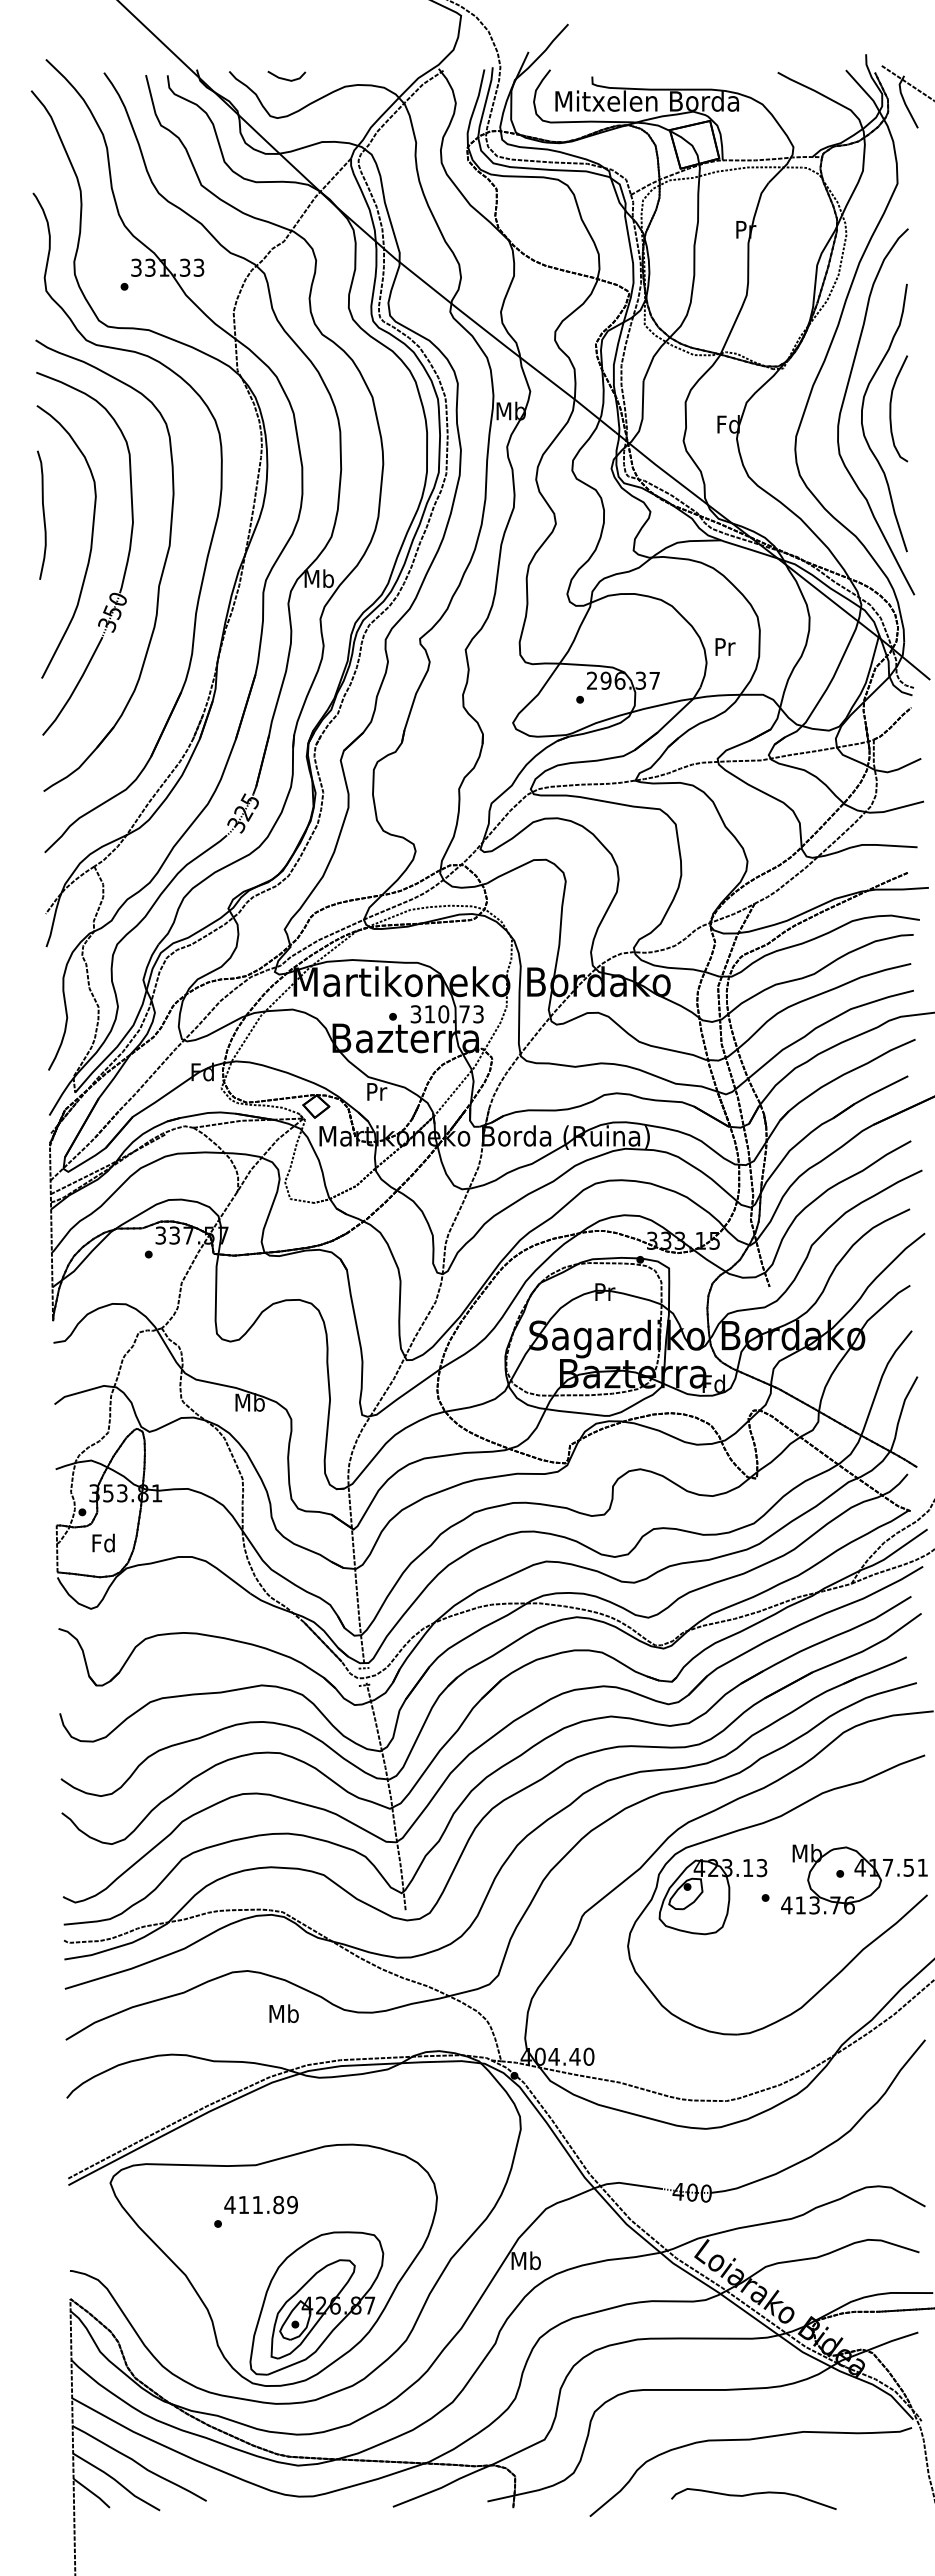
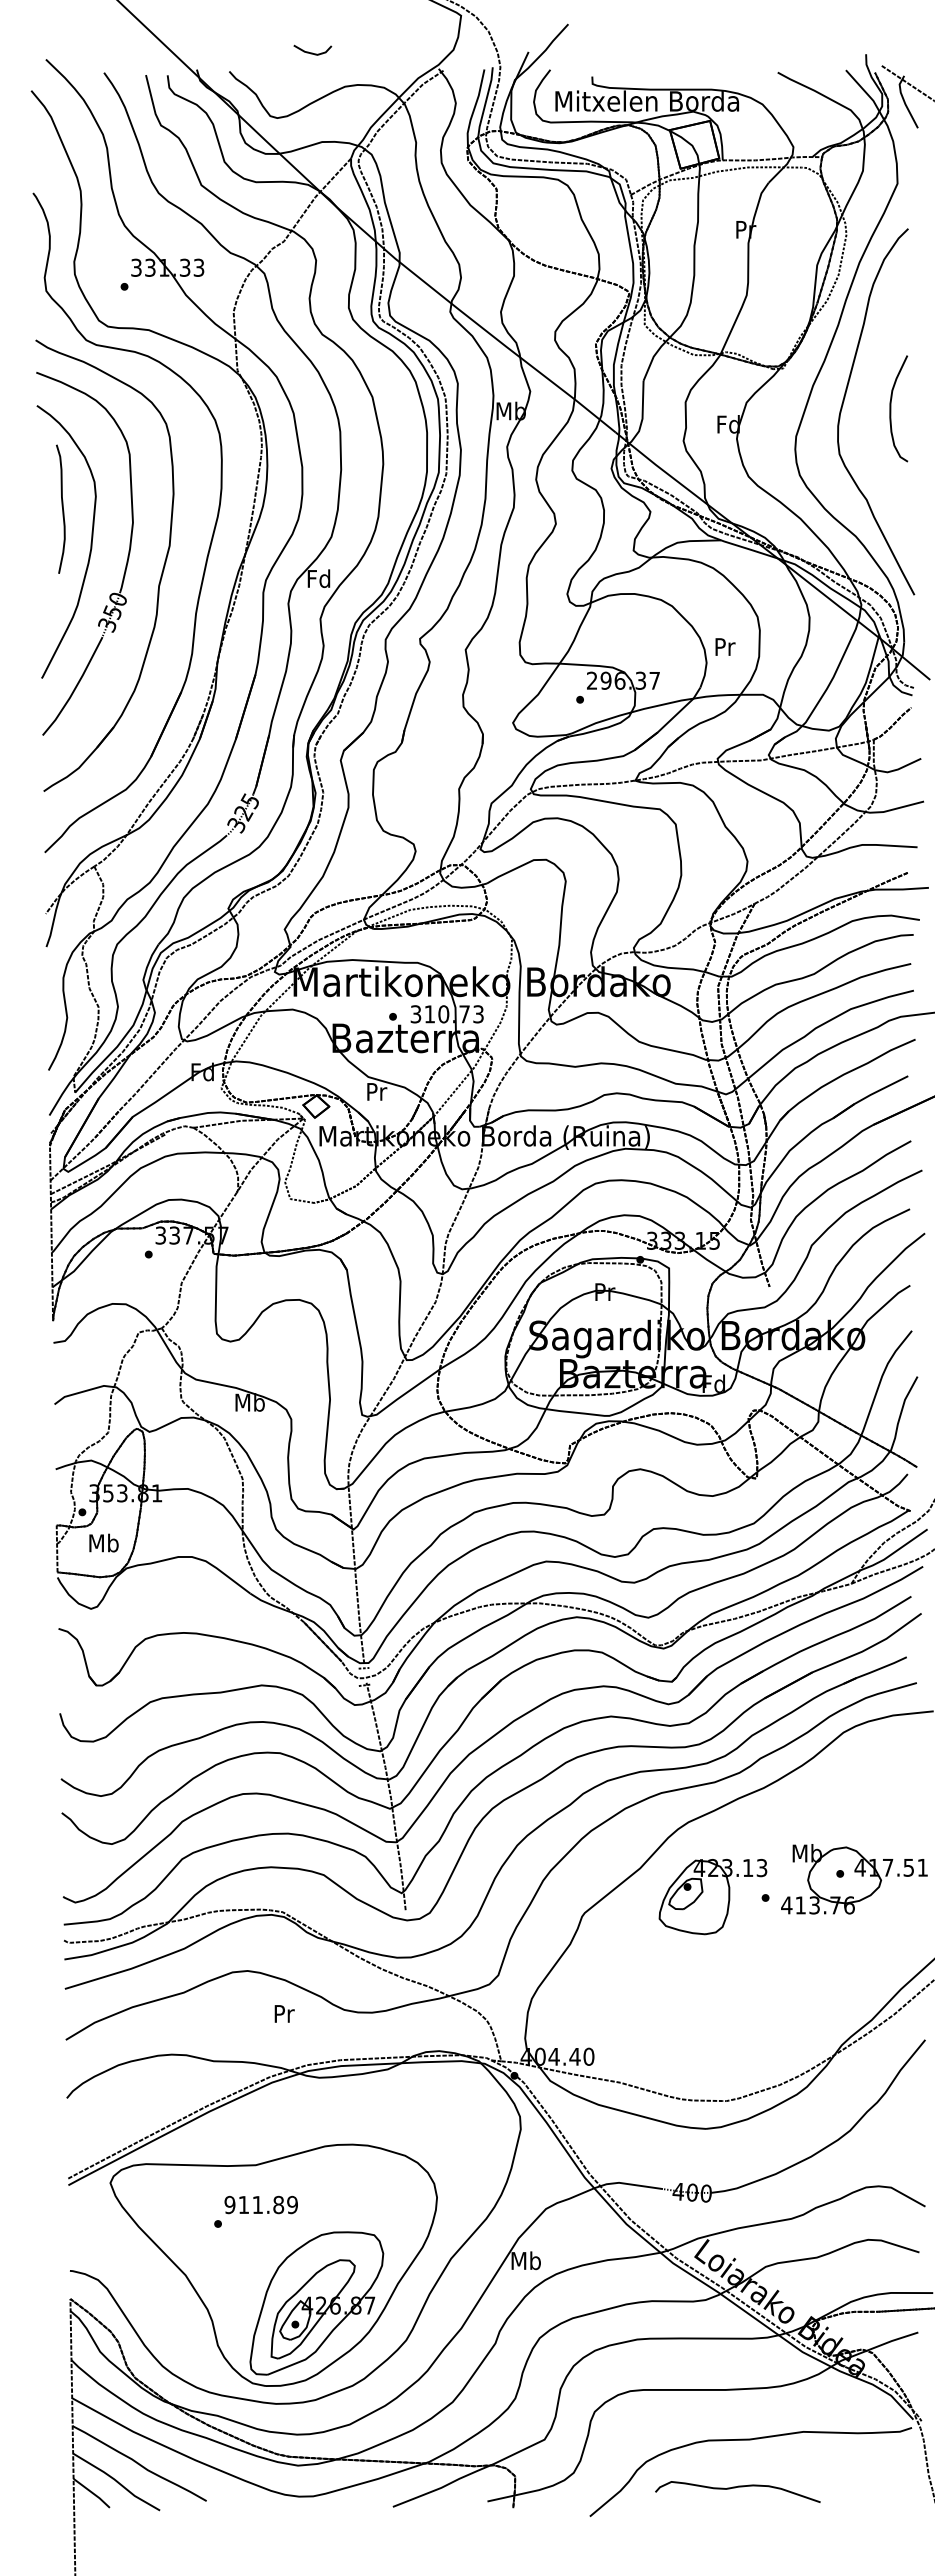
line at (286, 78) position: (286, 78) -> (312, 52)
curve at (862, 417): present -> none
curve at (43, 514) position: (43, 514) -> (62, 508)
text at (318, 578): Mb -> Fd
text at (103, 1542): Fd -> Mb
part at (759, 1825): present -> none
text at (283, 2013): Mb -> Pr
text at (229, 2204): 411.89 -> 911.89
curve at (751, 2495) position: (751, 2495) -> (735, 2488)
